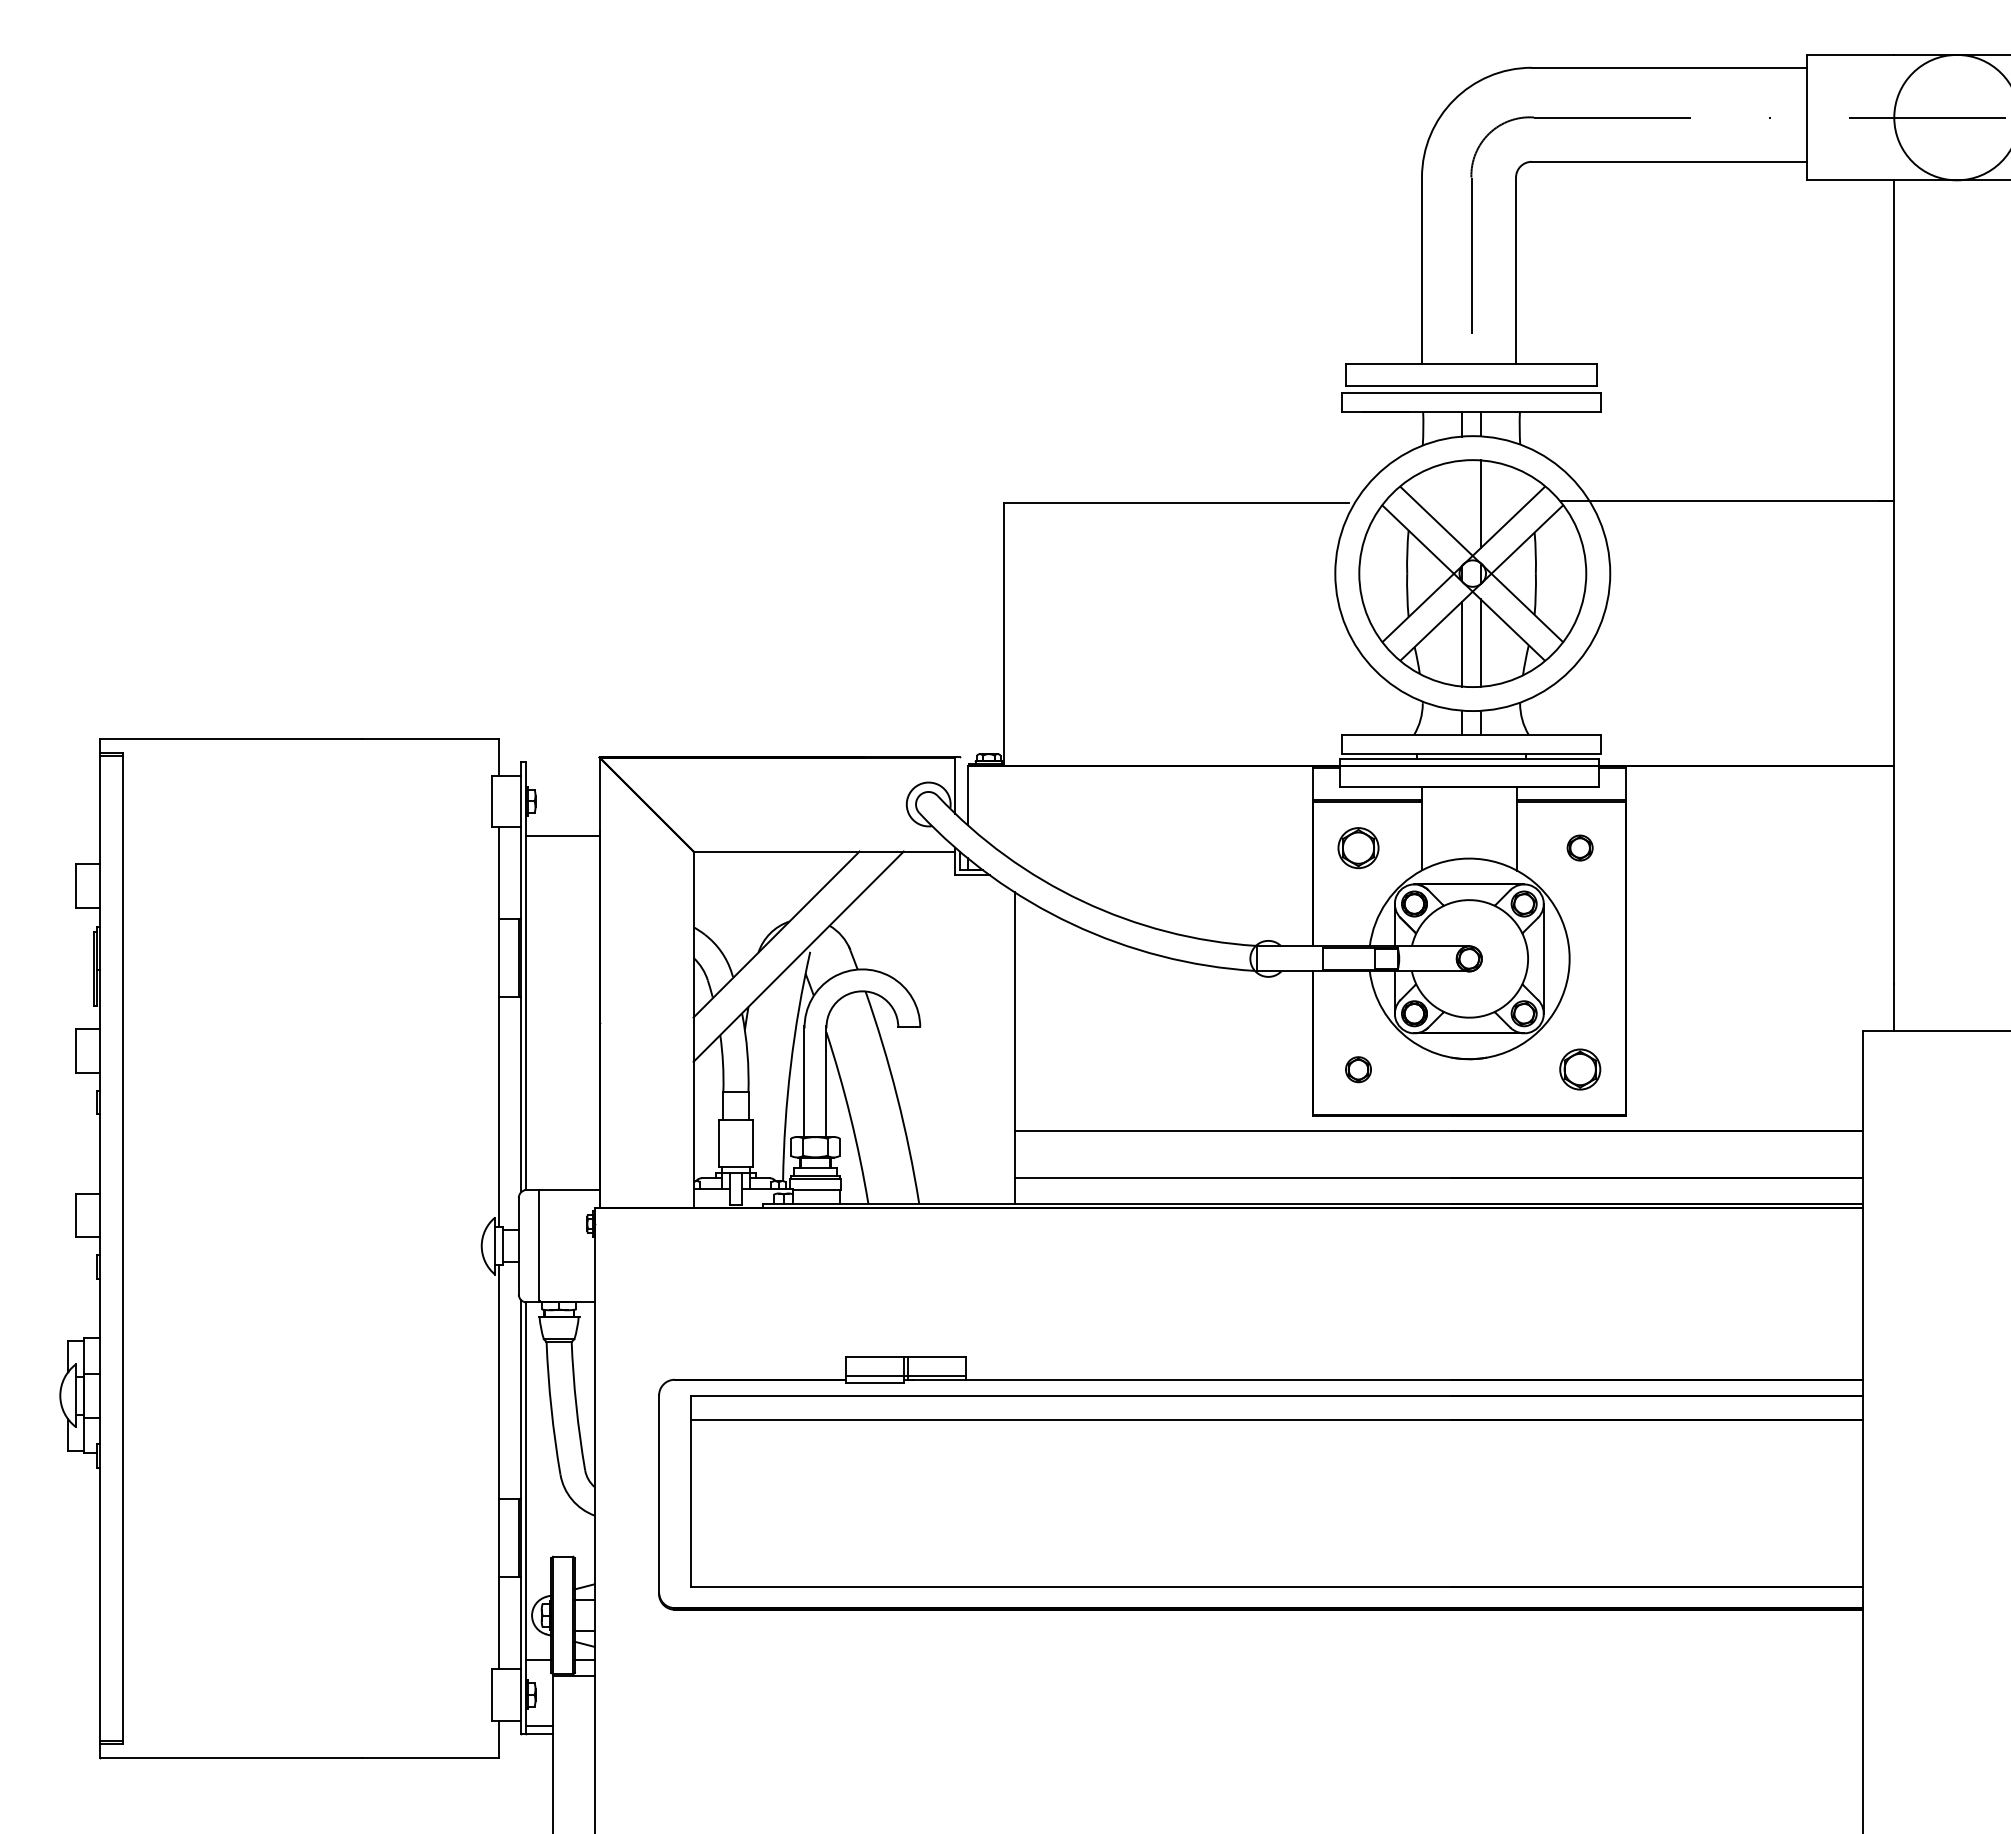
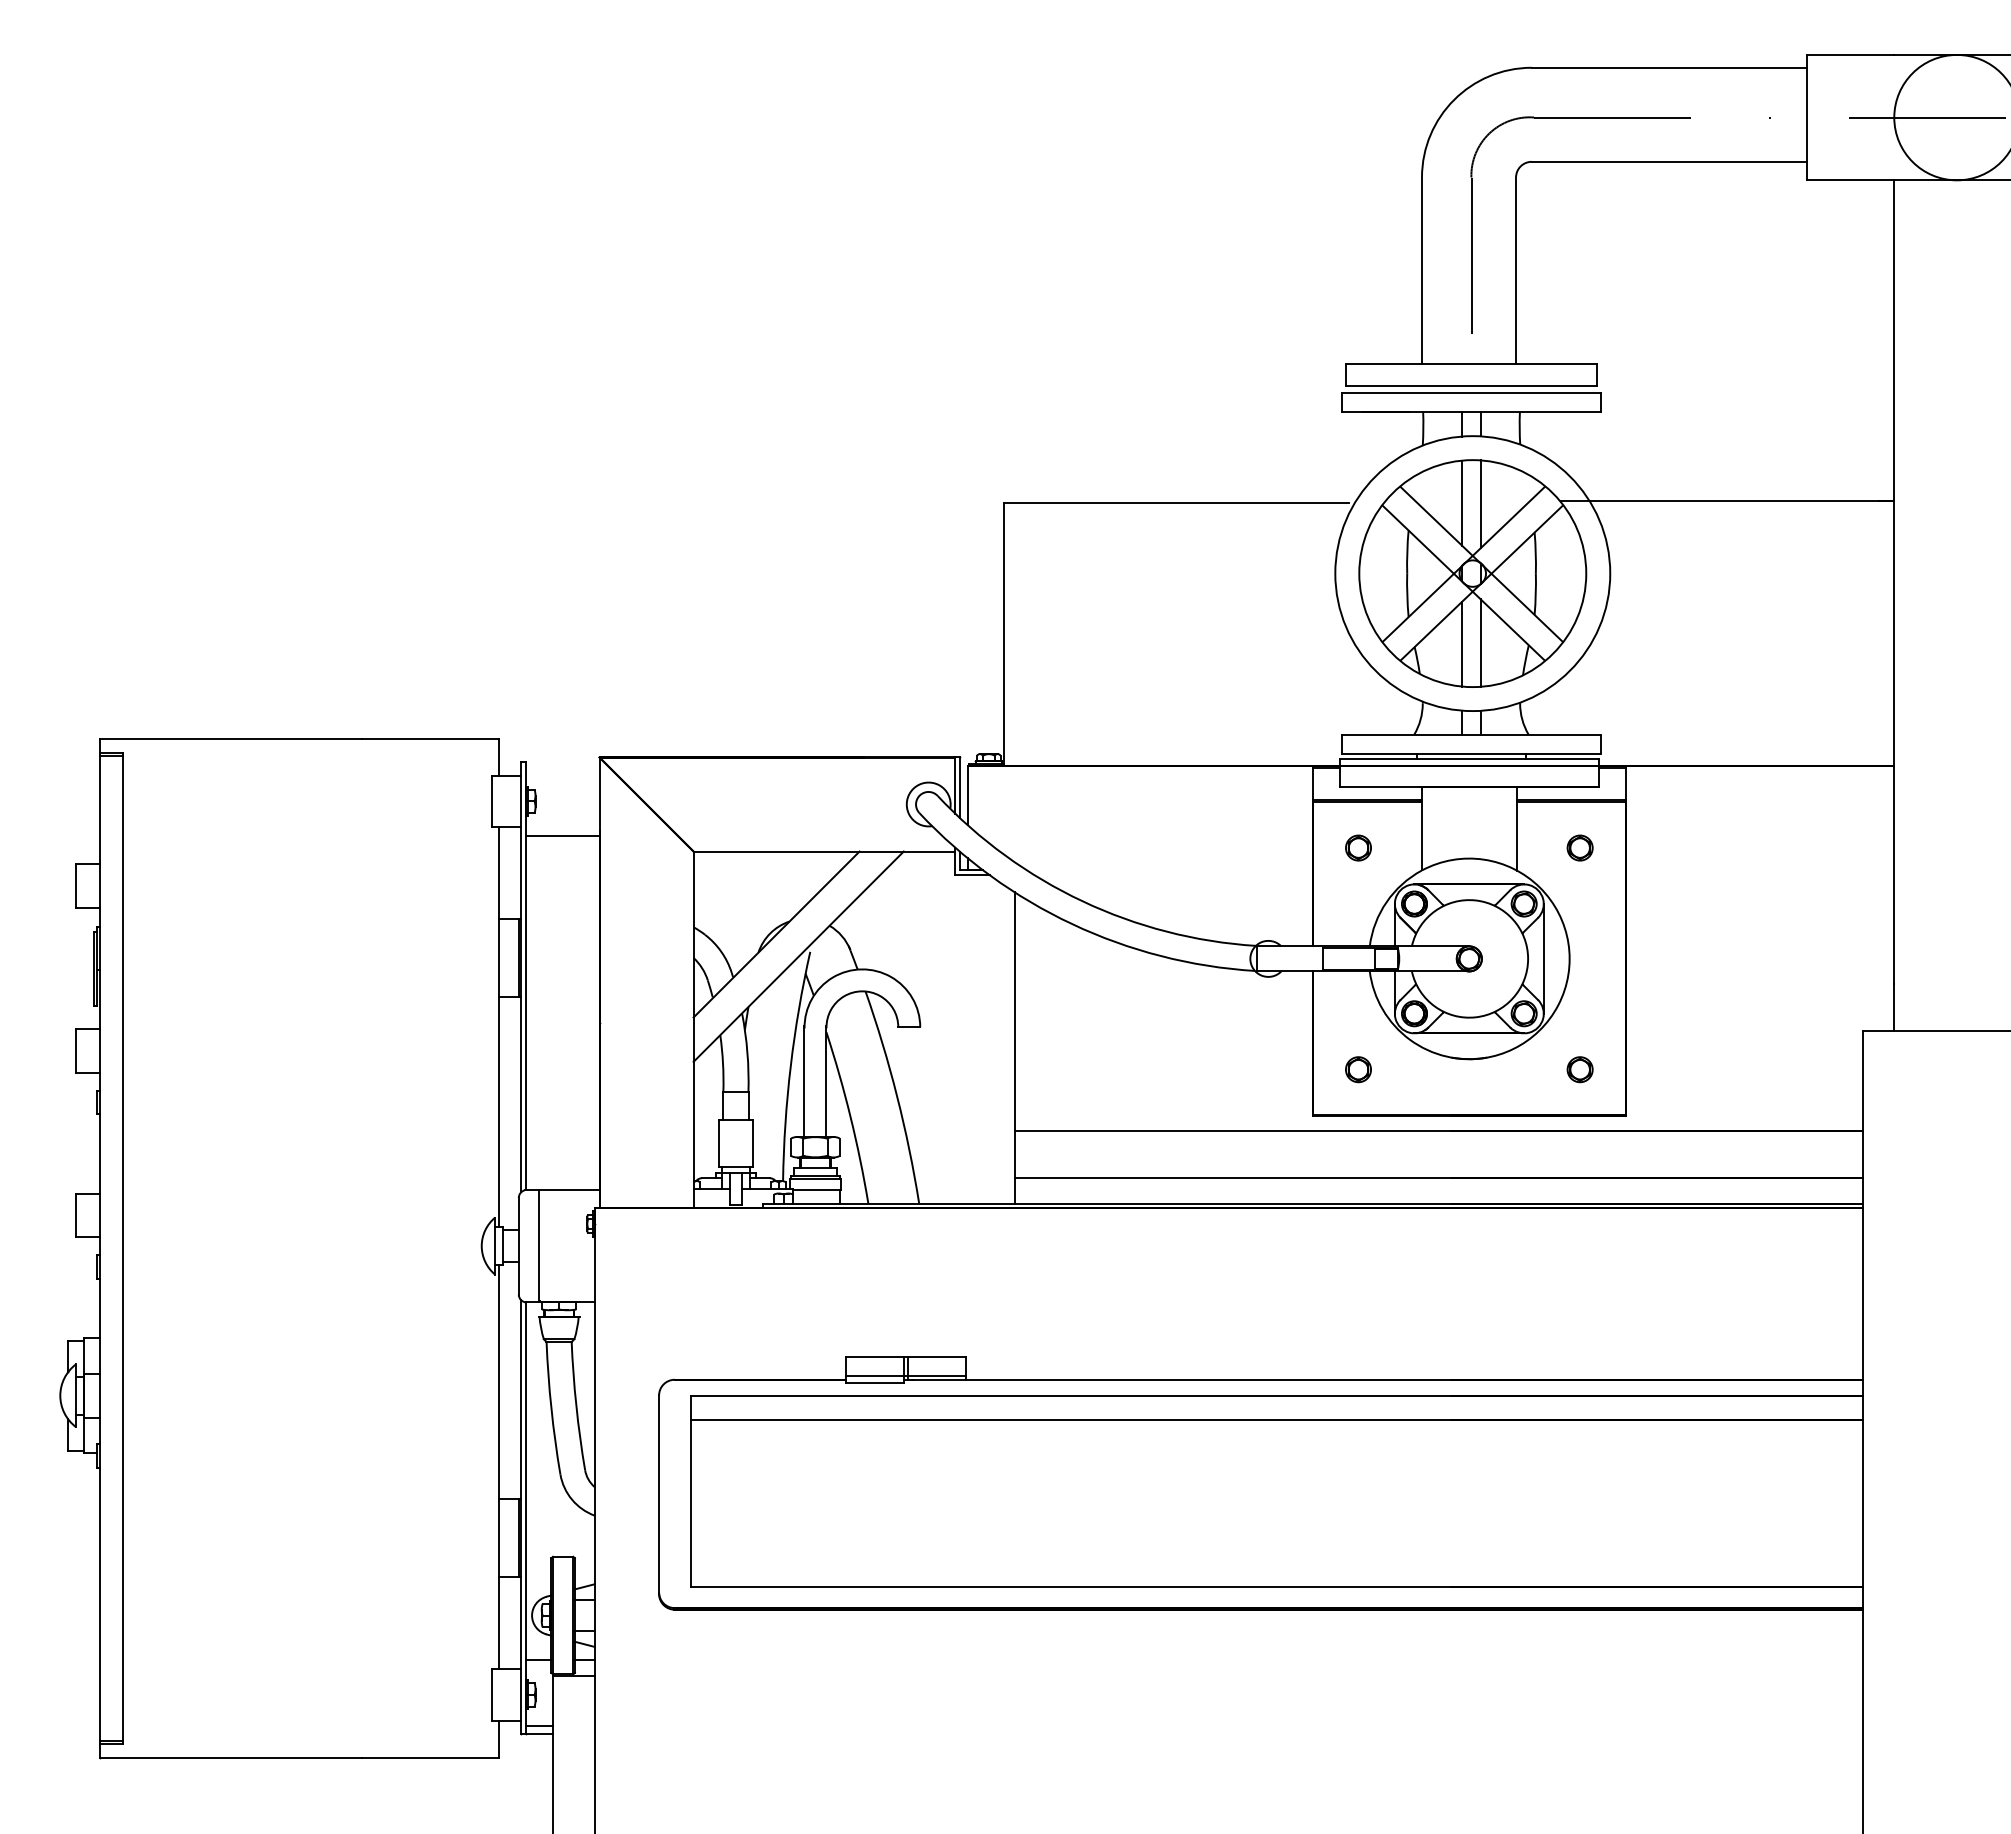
line at (1462, 502): none -> present
line at (960, 787): none -> present
part at (1358, 848) size: 43x43 px -> 27x28 px
part at (1580, 1069) size: 43x43 px -> 28x28 px
